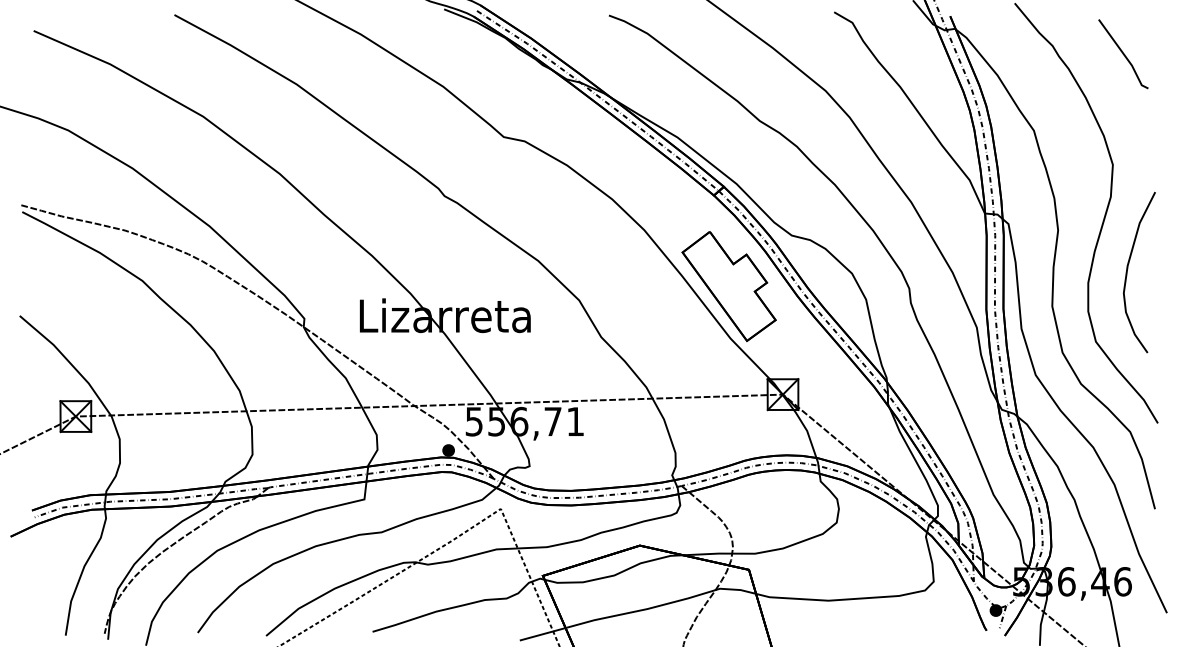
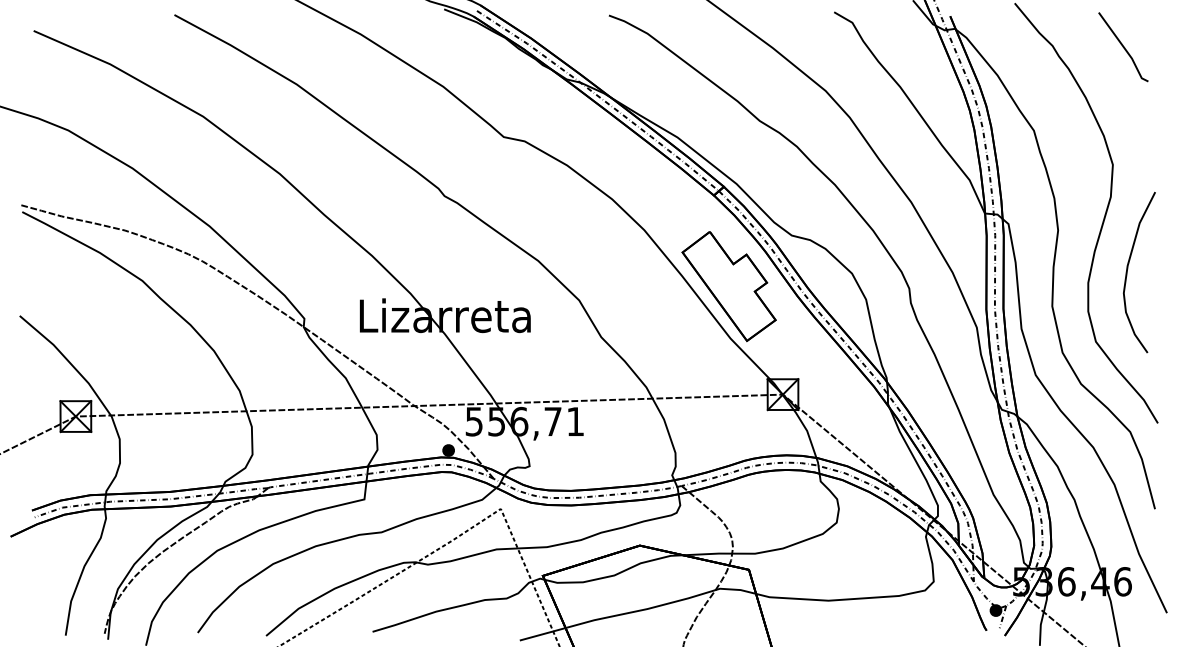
line at (1123, 54) position: (1123, 54) -> (1123, 47)
